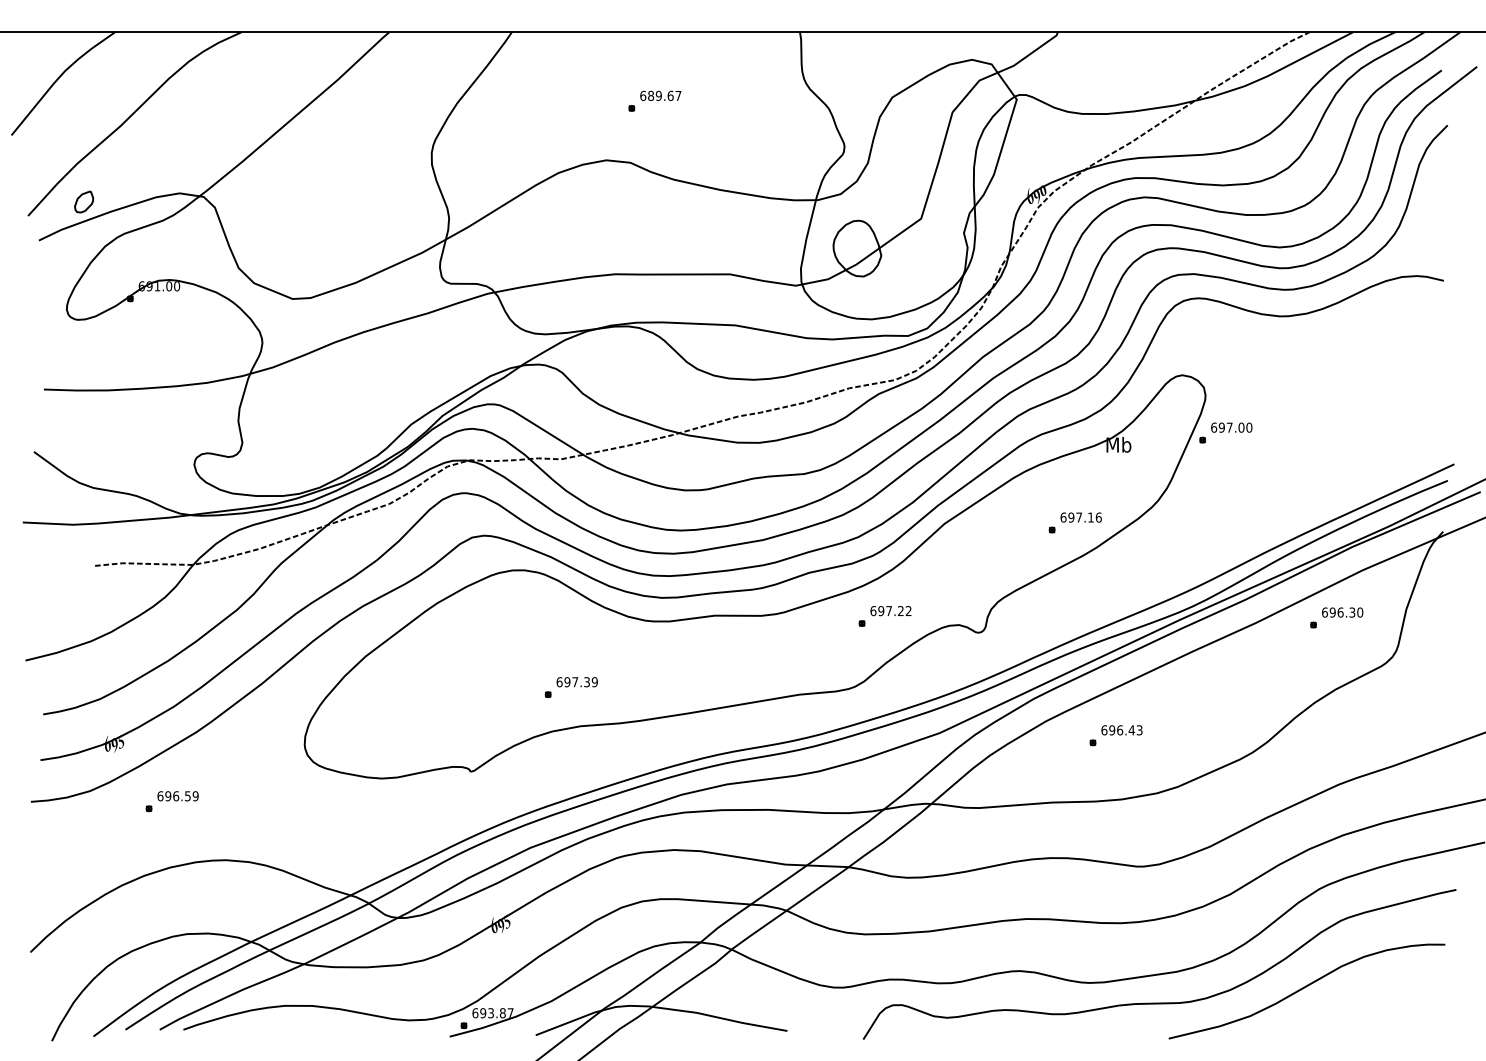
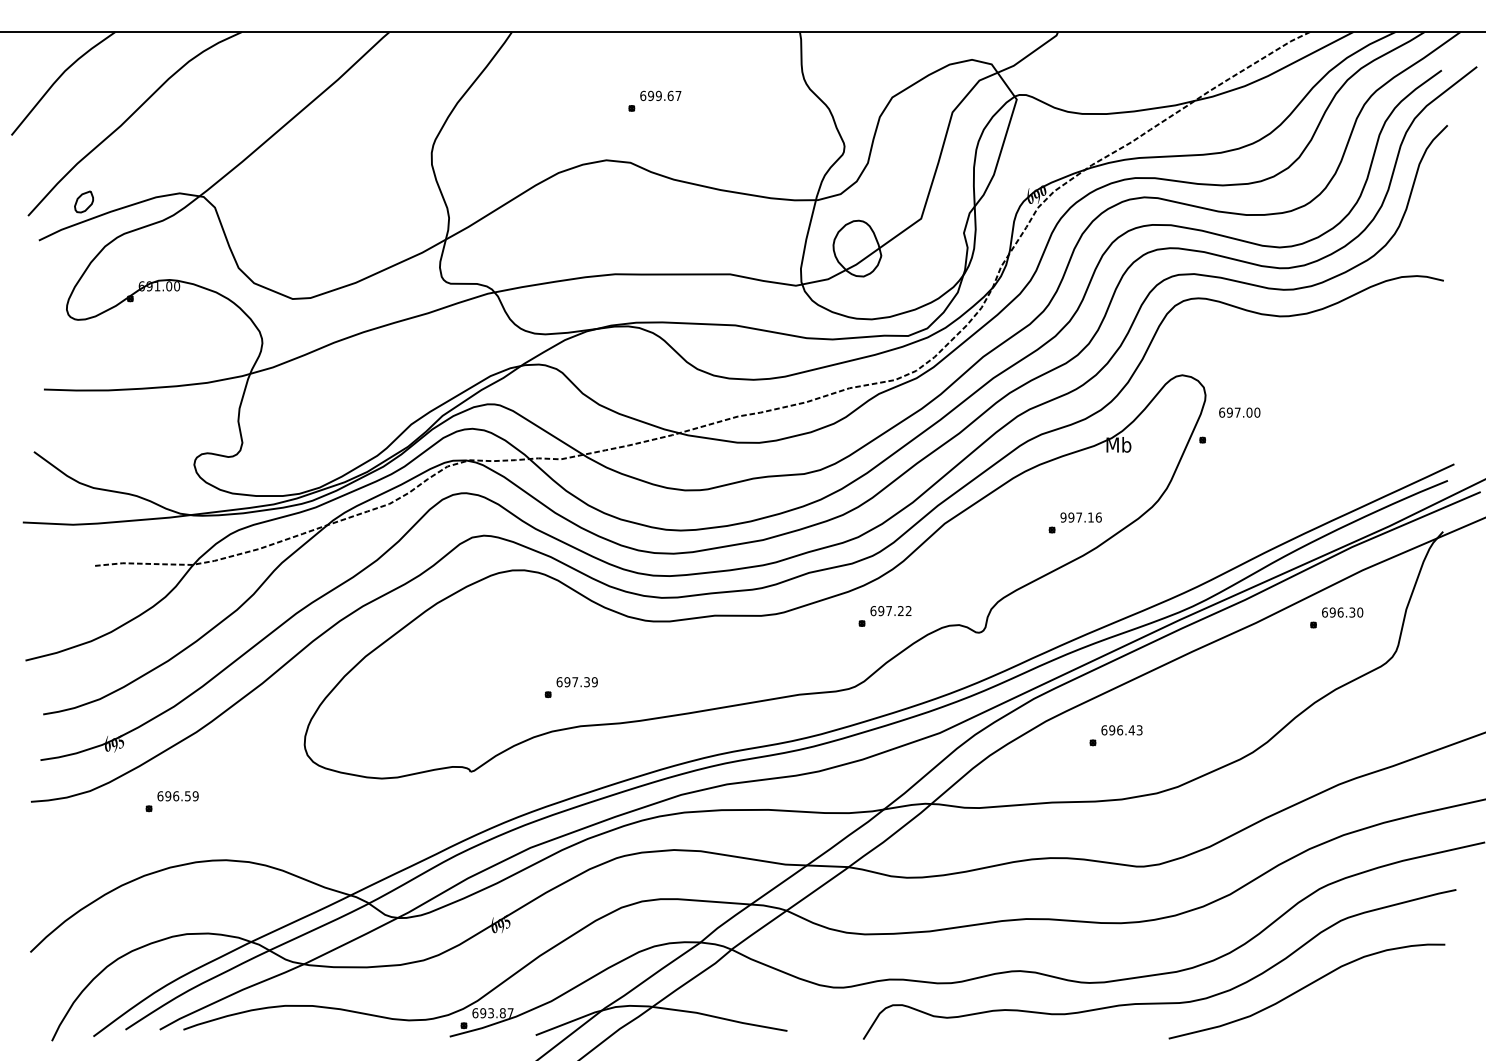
text at (651, 95): 689.67 -> 699.67
text at (1231, 427) position: (1231, 427) -> (1239, 412)
text at (1063, 517): 697.16 -> 997.16
